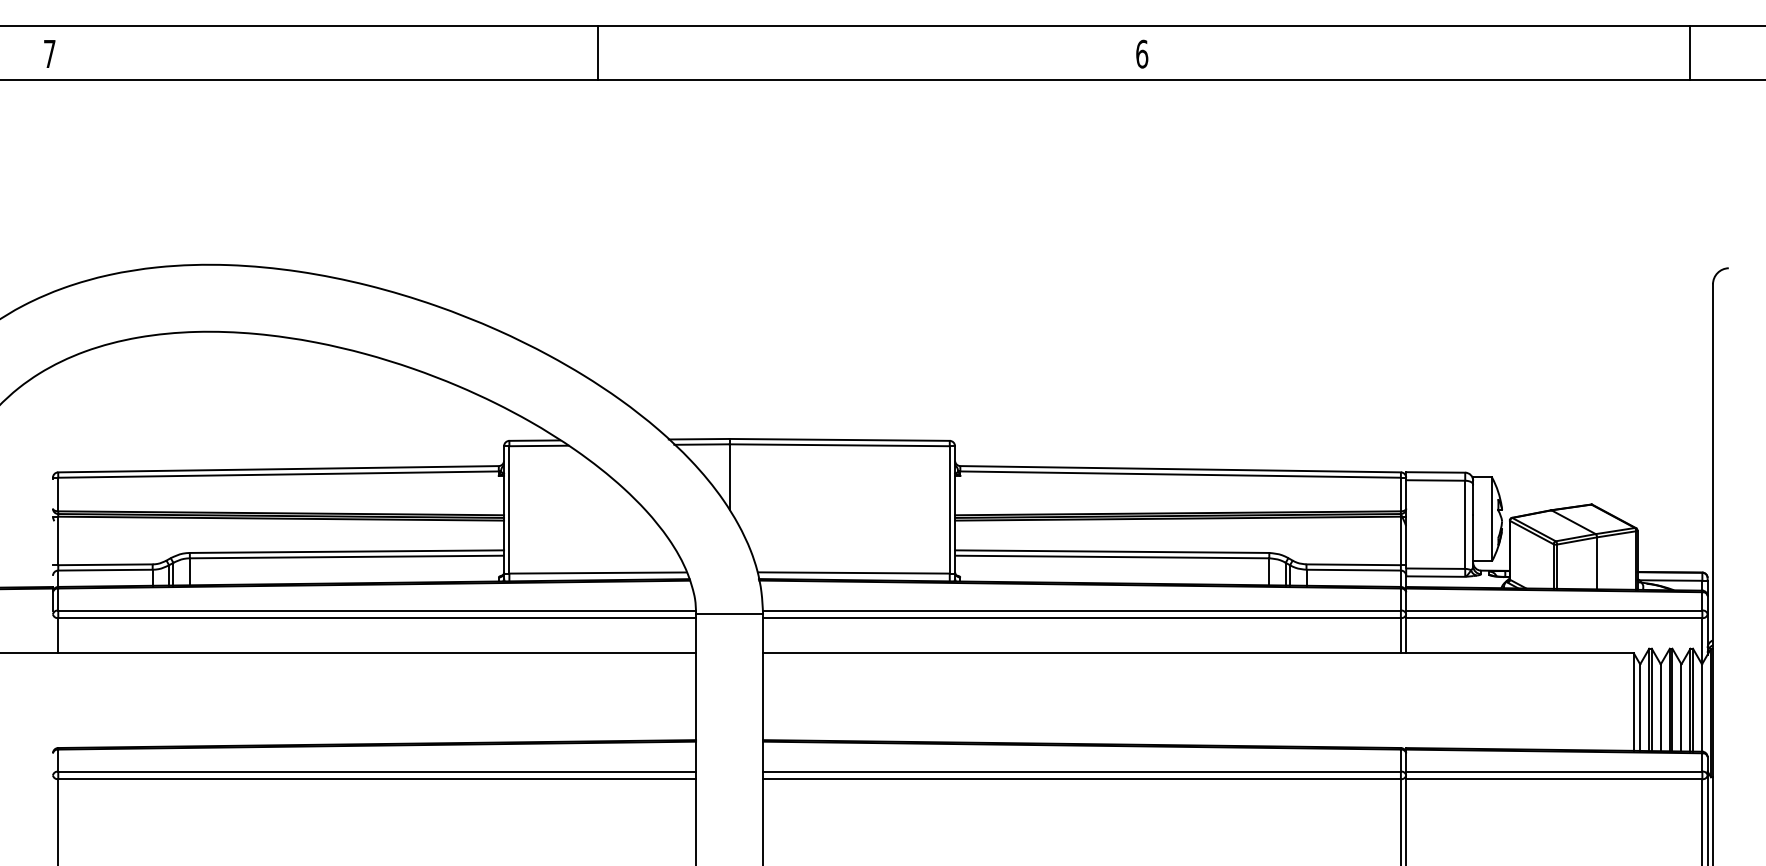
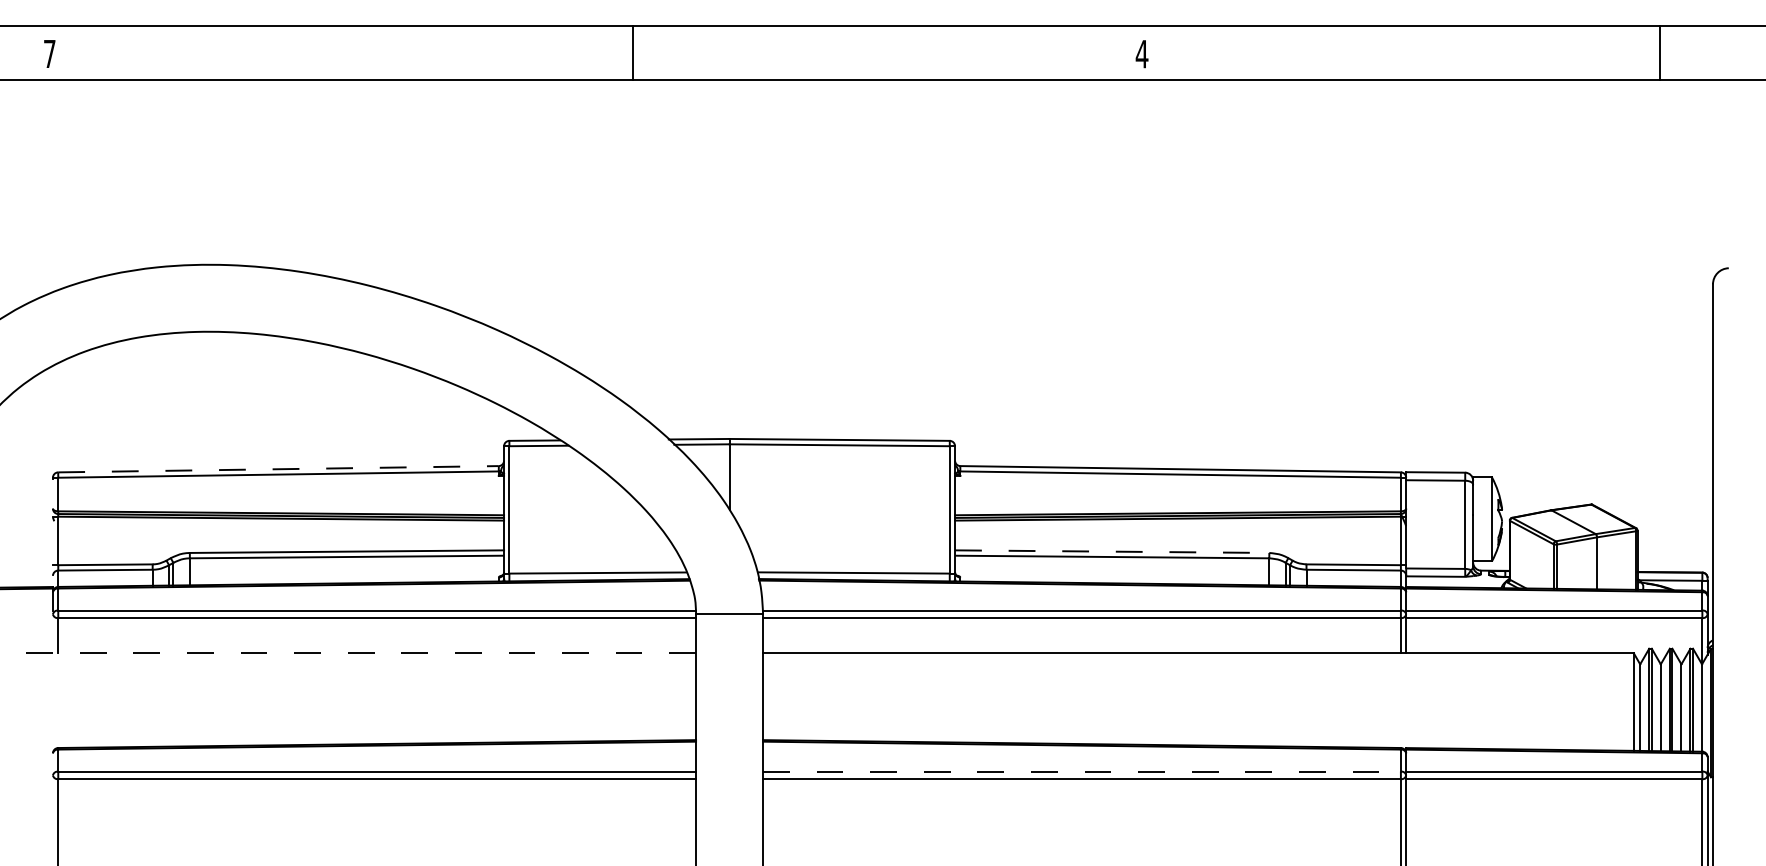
line at (597, 52) position: (597, 52) -> (632, 52)
line at (1689, 52) position: (1689, 52) -> (1659, 52)
text at (1141, 53): 6 -> 4
line at (279, 469): solid -> dashed
line at (1112, 551): solid -> dashed
line at (348, 653): solid -> dashed
line at (1081, 771): solid -> dashed
